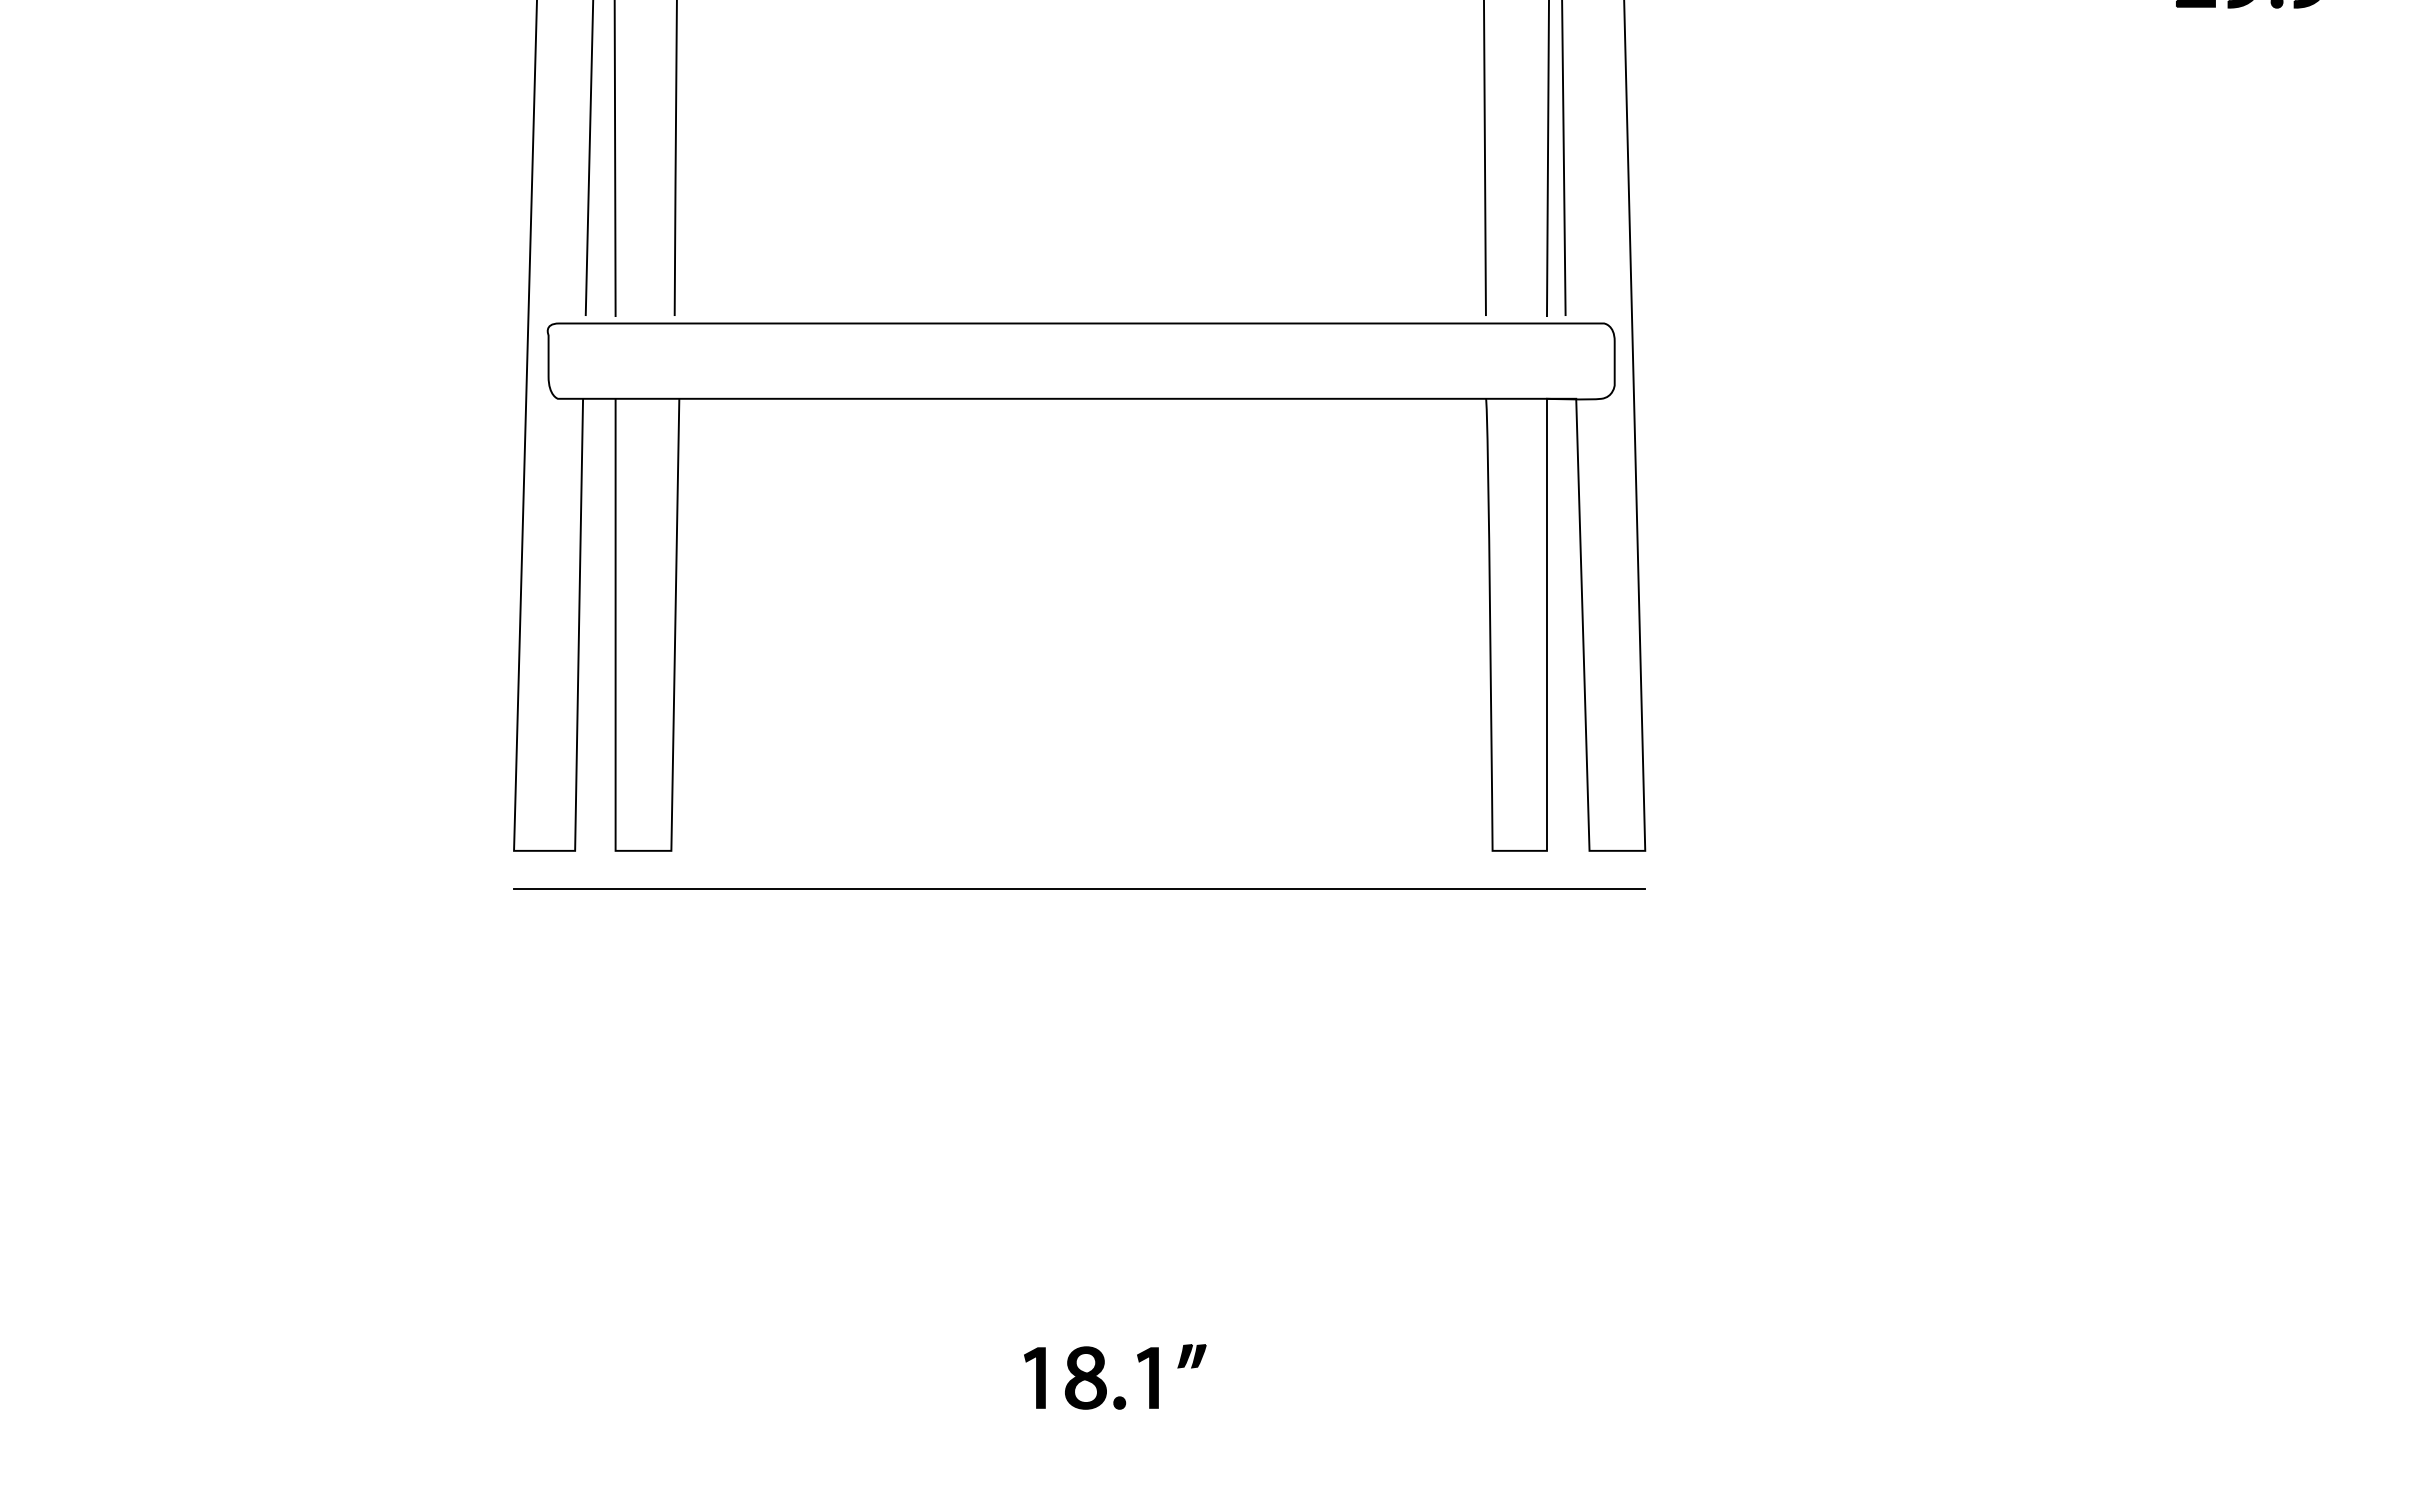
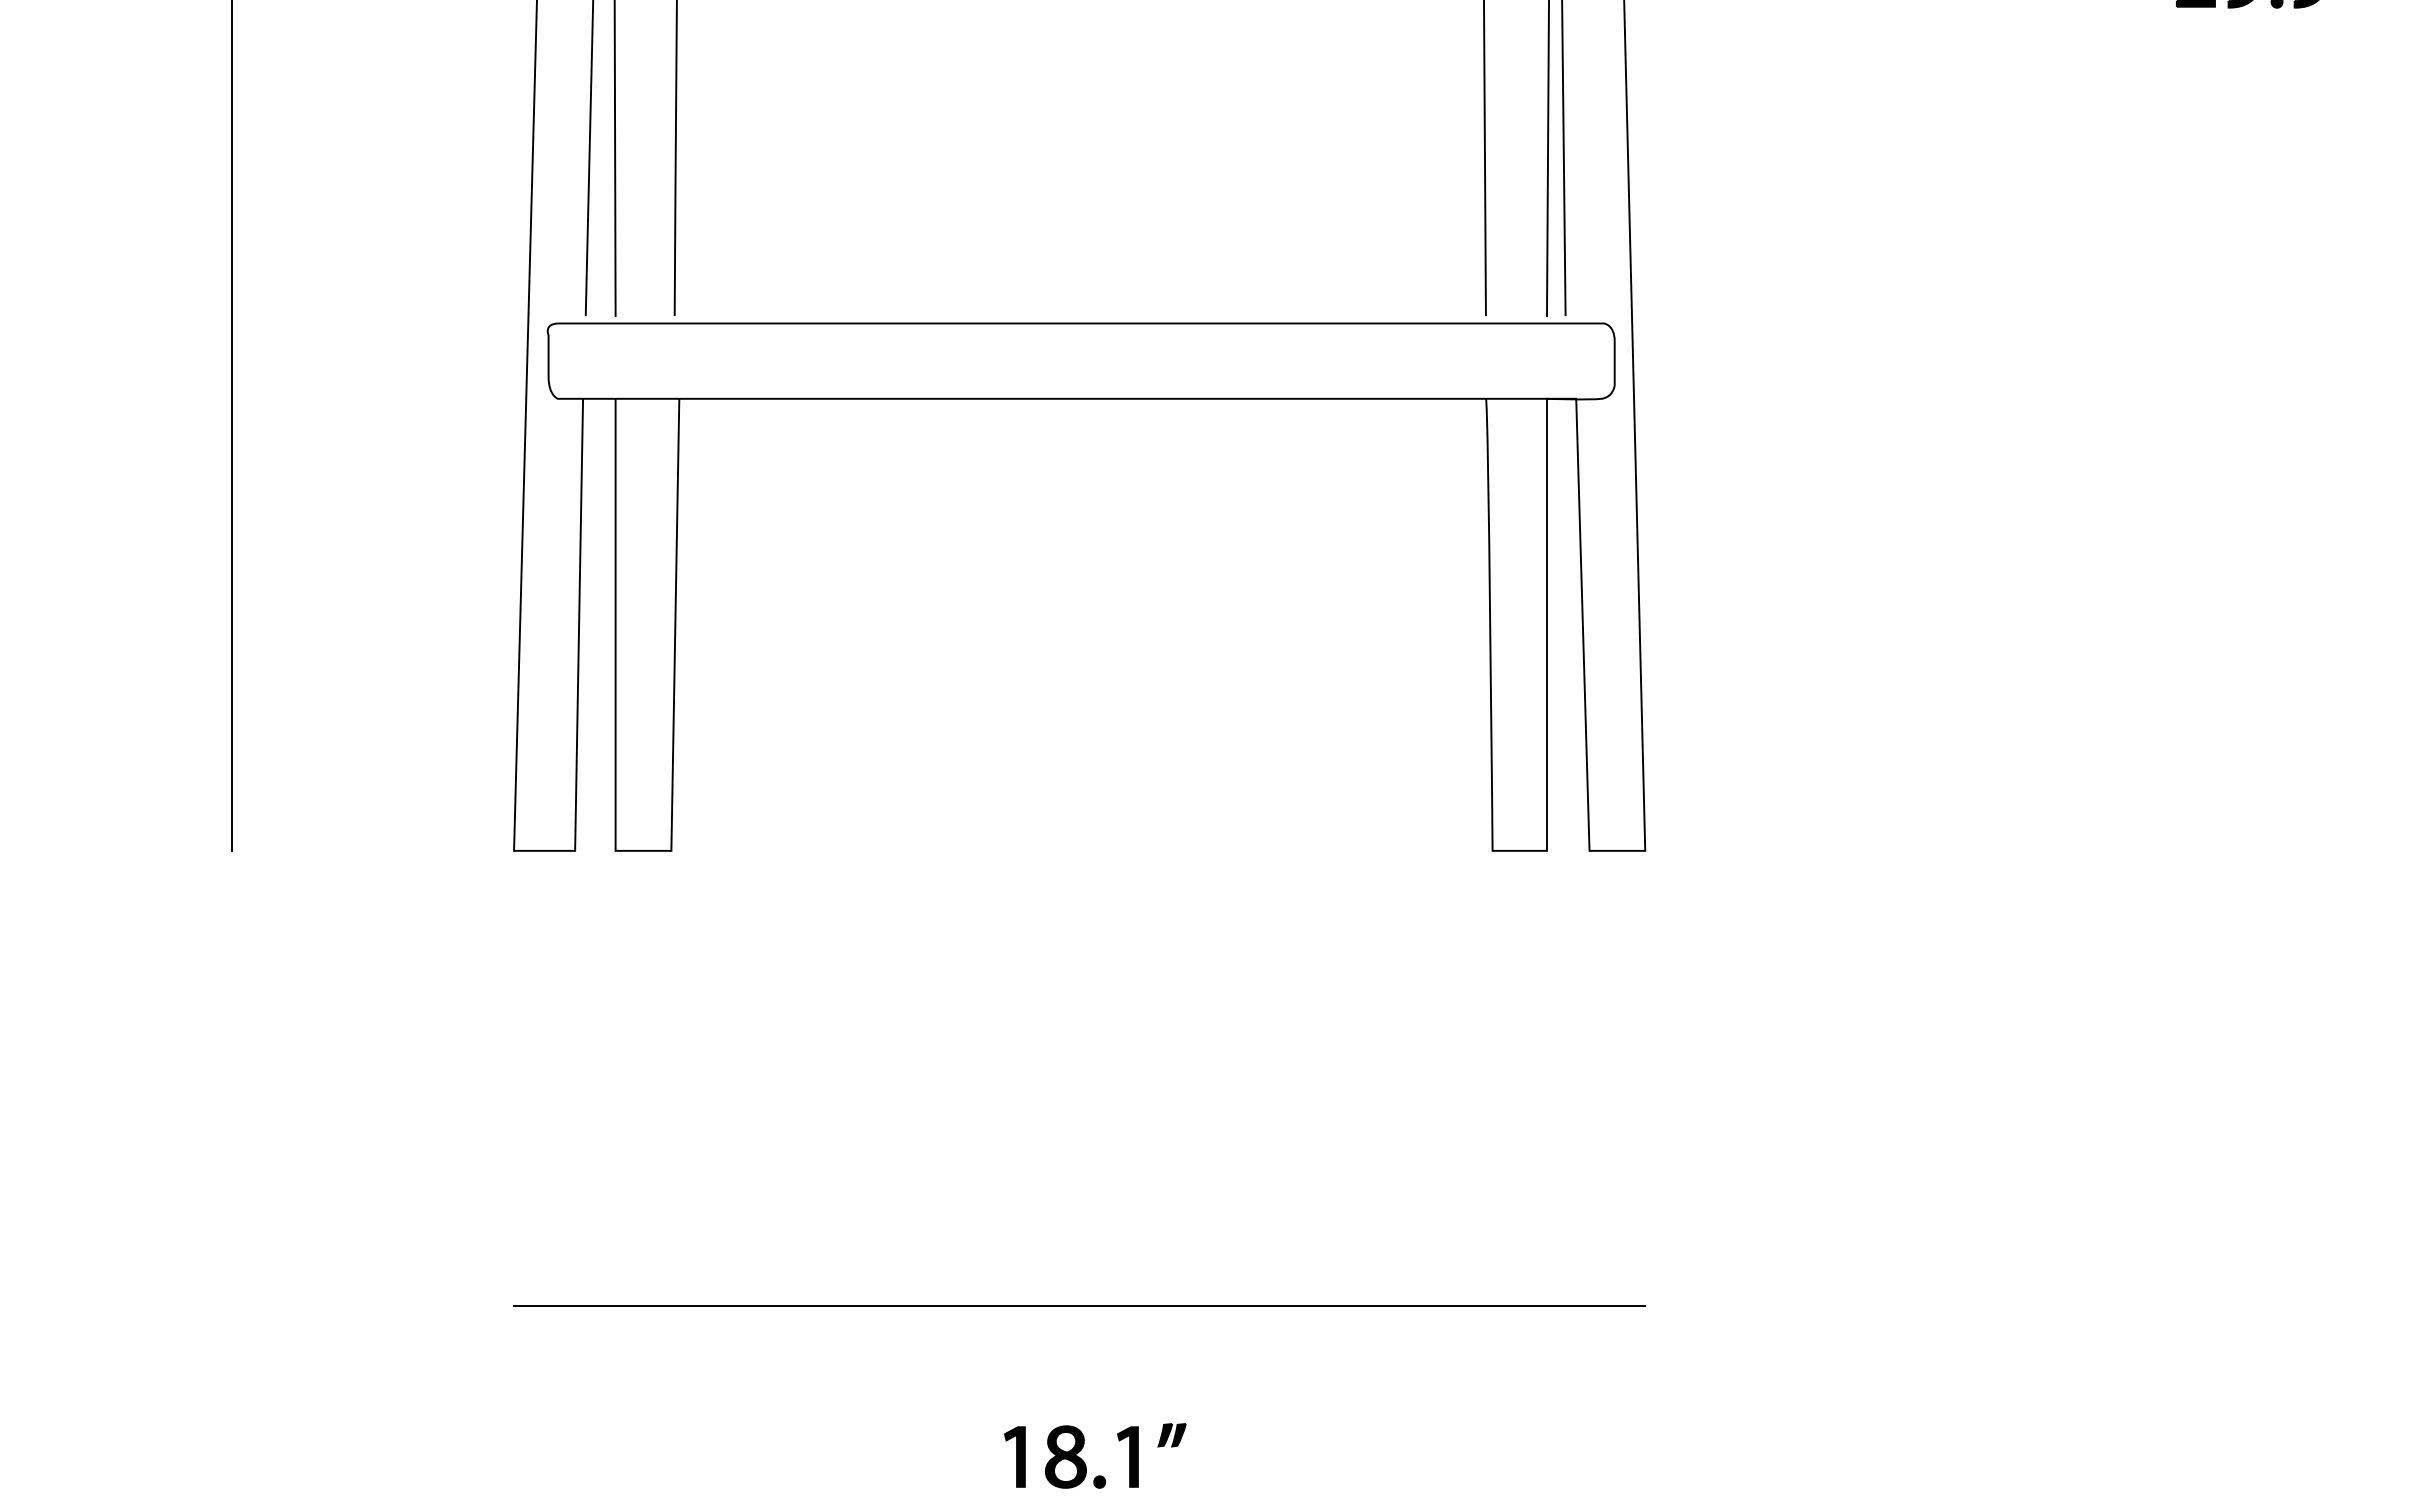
line at (231, 426): none -> present
line at (1079, 888) position: (1079, 888) -> (1079, 1305)
part at (1104, 1382) position: (1104, 1382) -> (1084, 1461)
